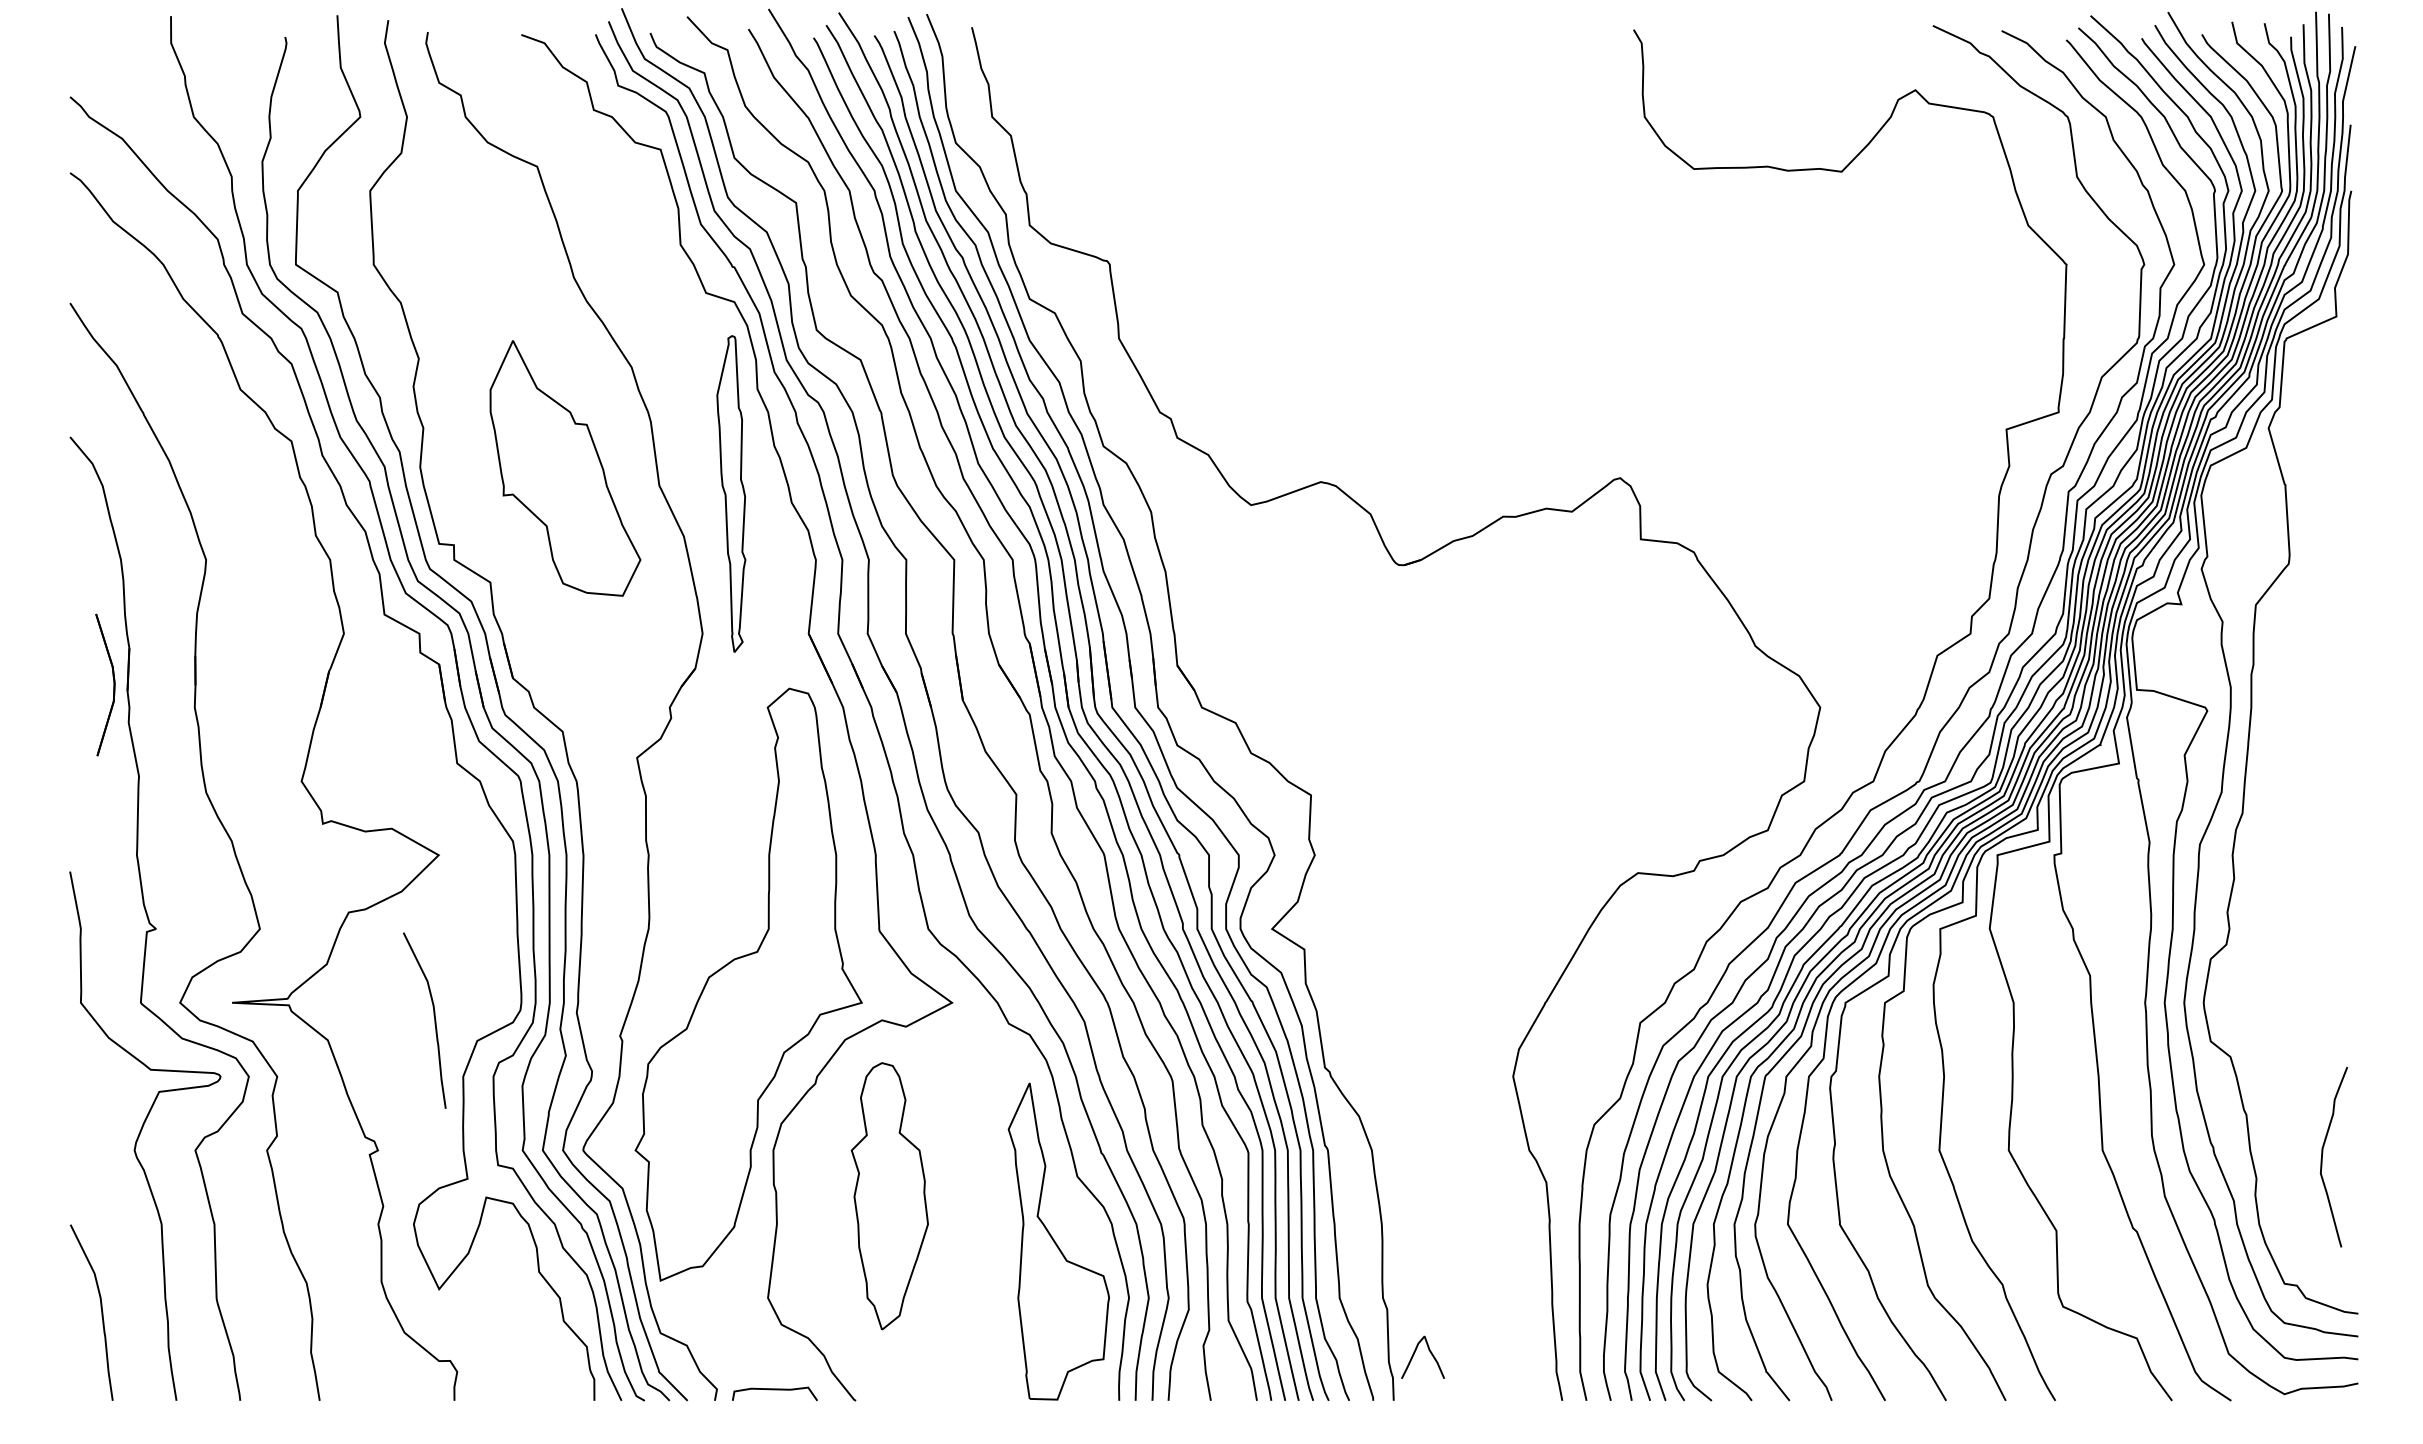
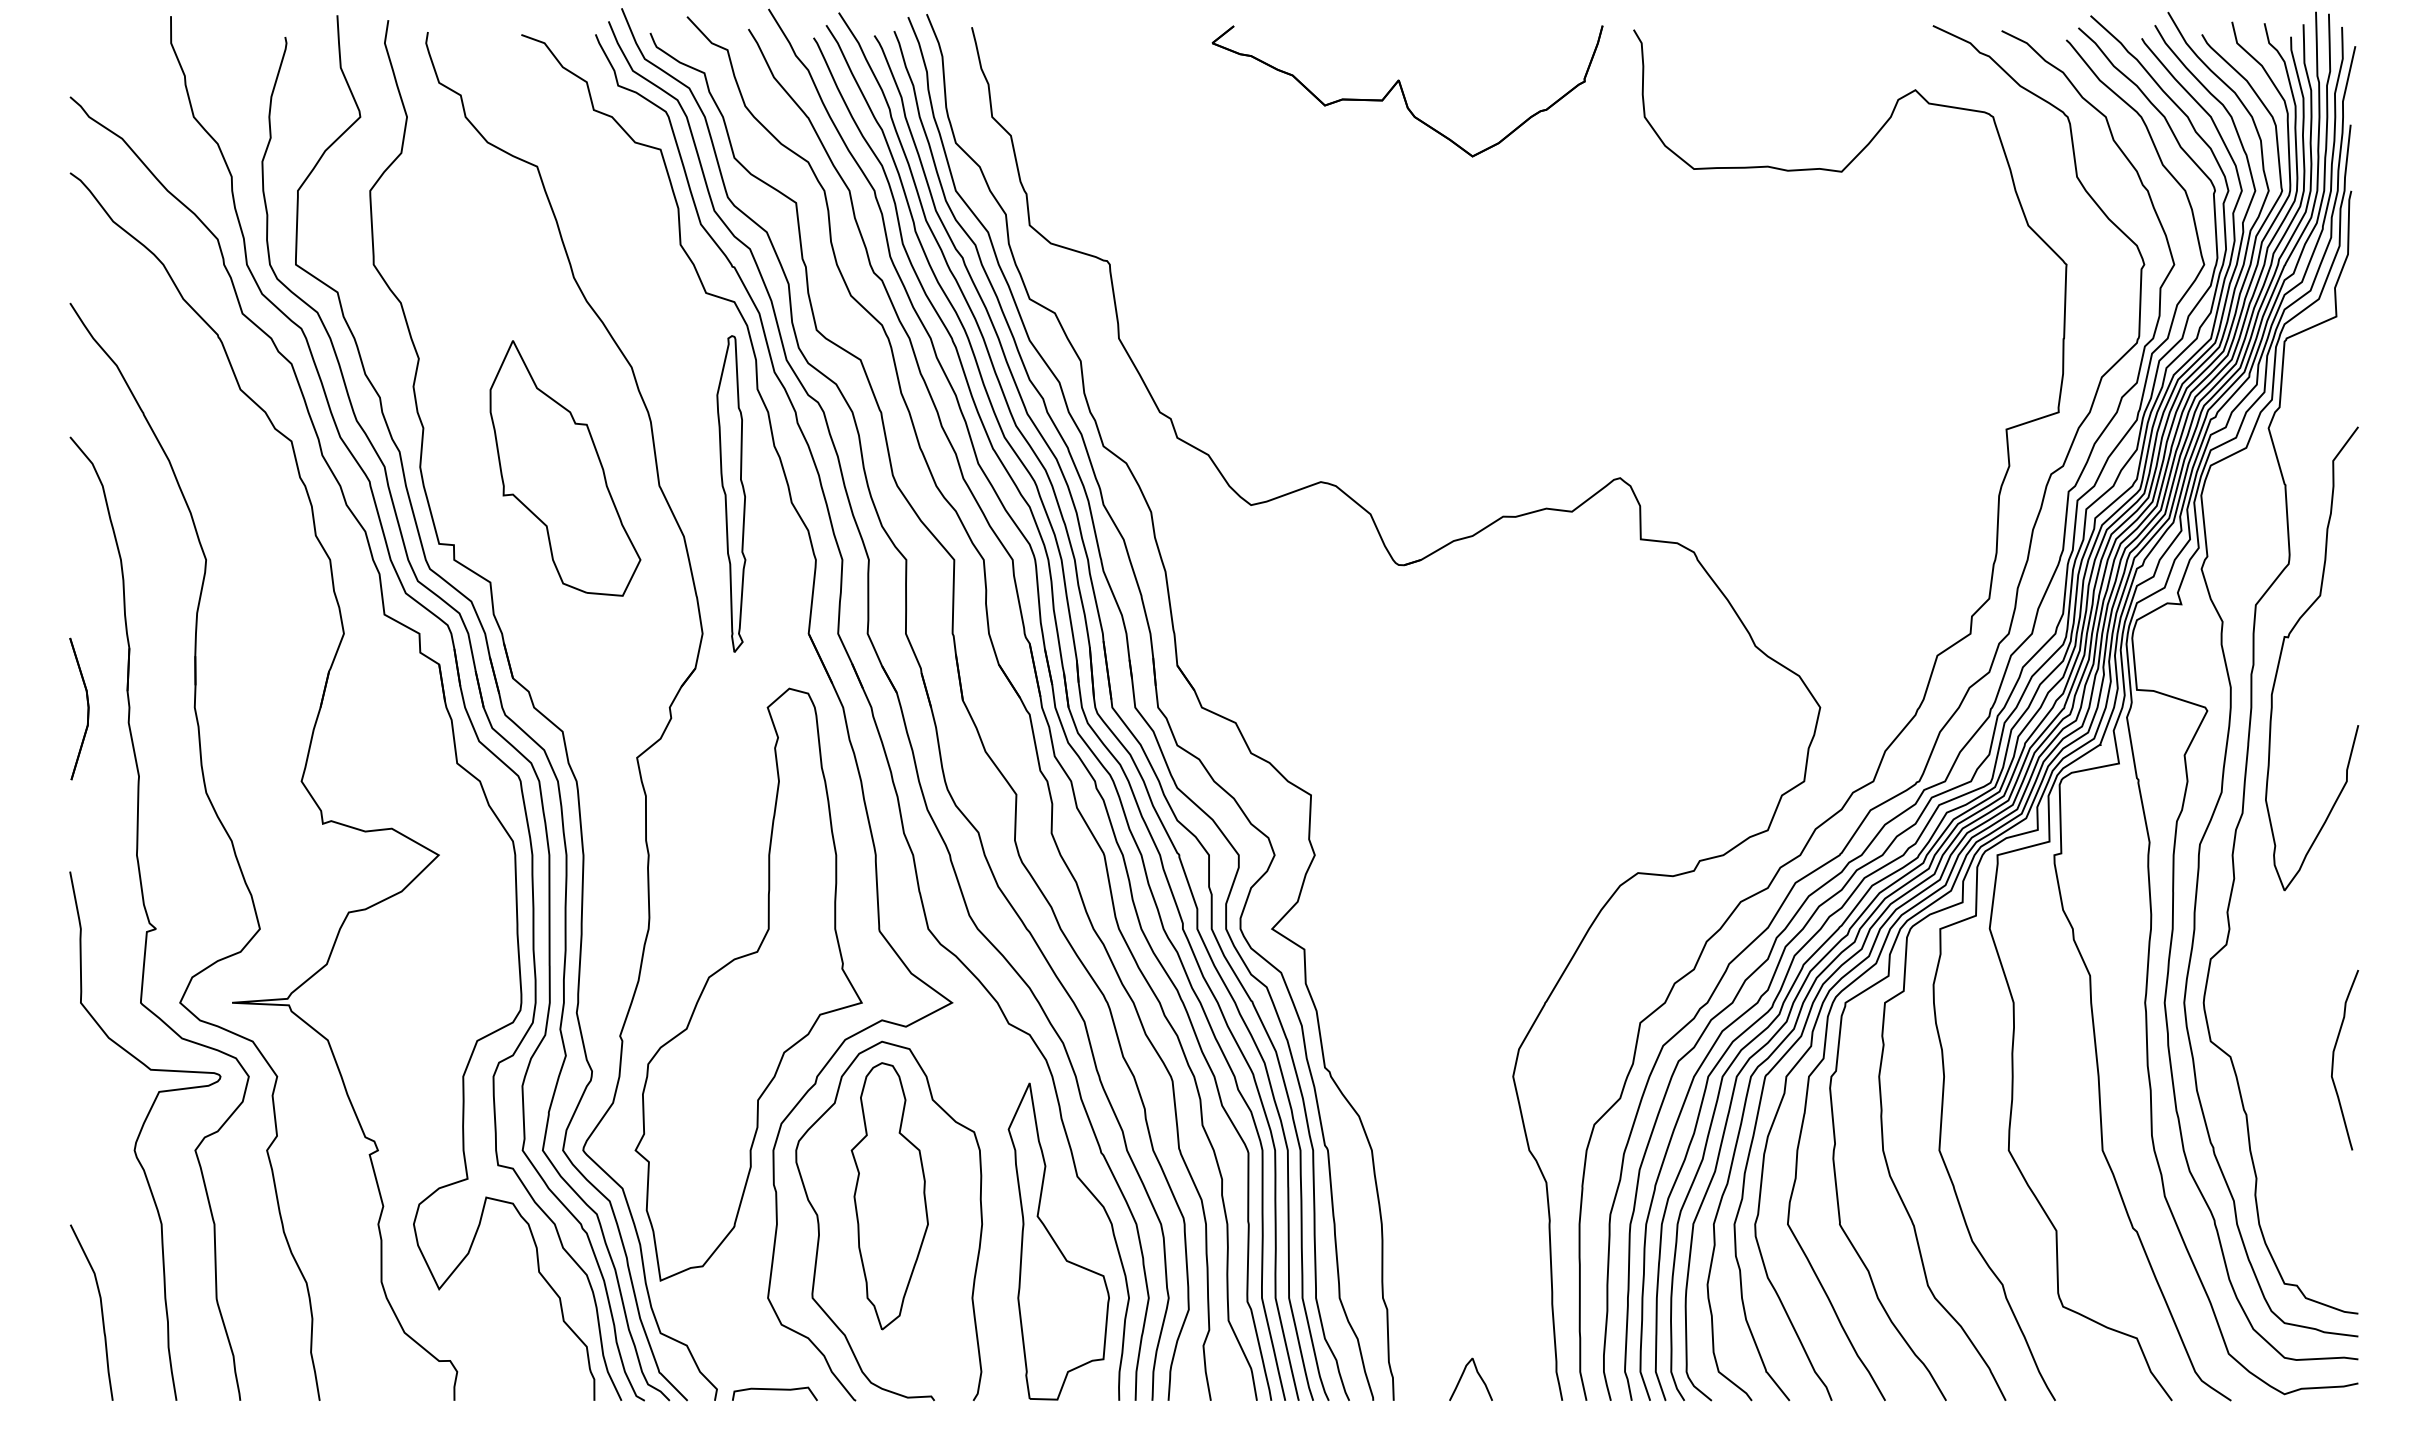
part at (1407, 91): none -> present
curve at (2282, 652): none -> present
part at (113, 684) position: (113, 684) -> (87, 708)
curve at (433, 1016): present -> none
curve at (2323, 1153) position: (2323, 1153) -> (2334, 1056)
curve at (819, 1222): none -> present
curve at (1415, 1352) position: (1415, 1352) -> (1463, 1374)
